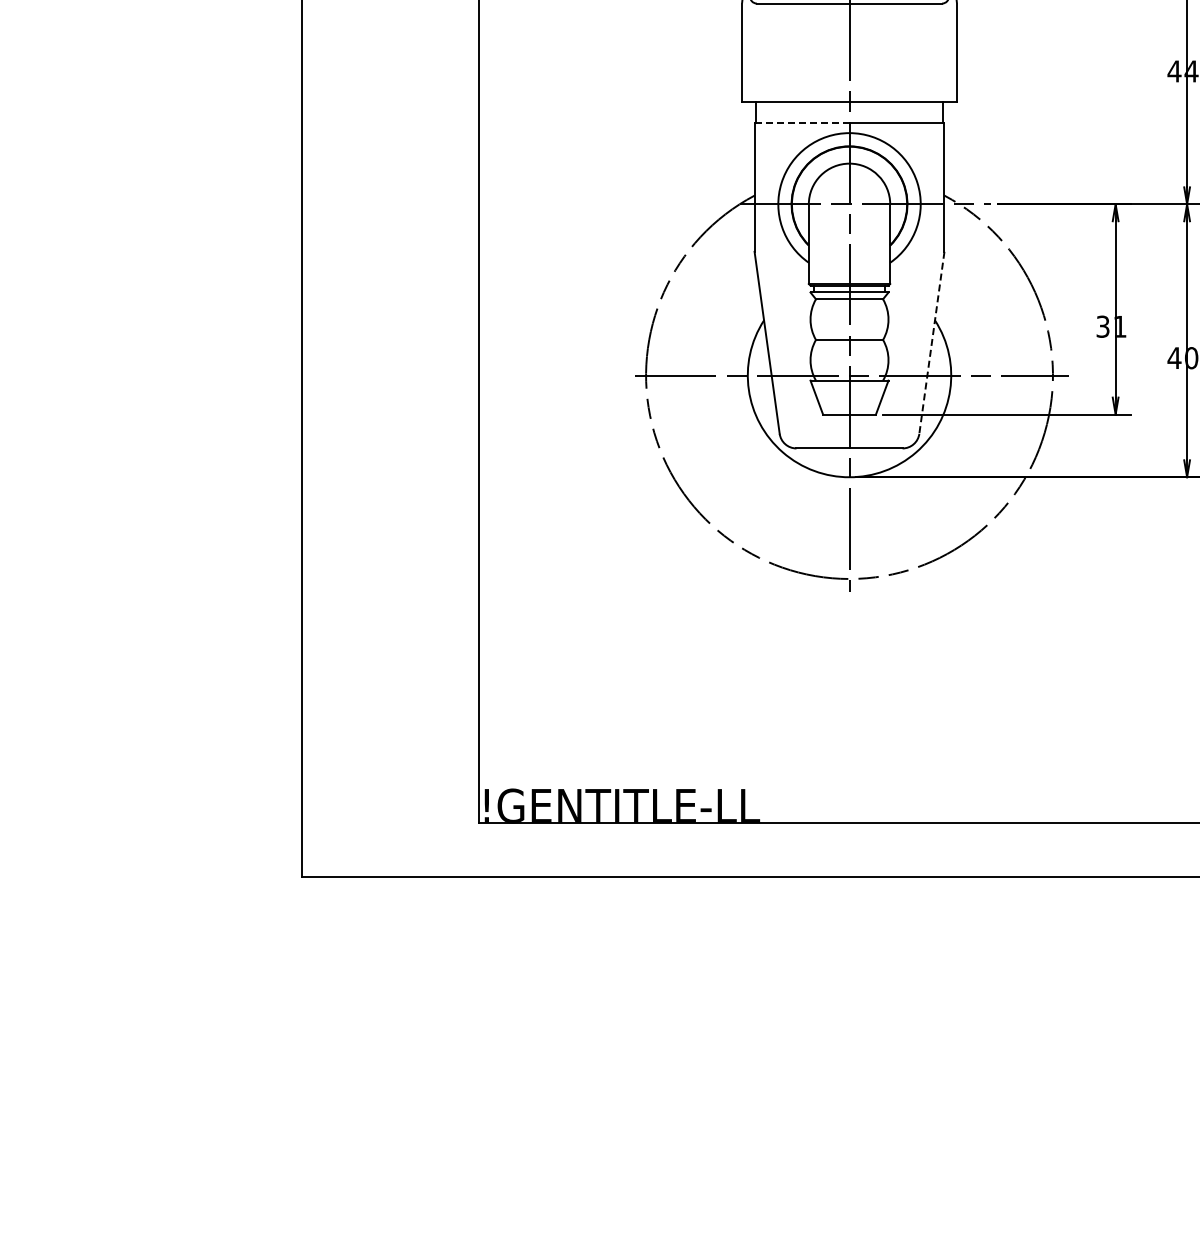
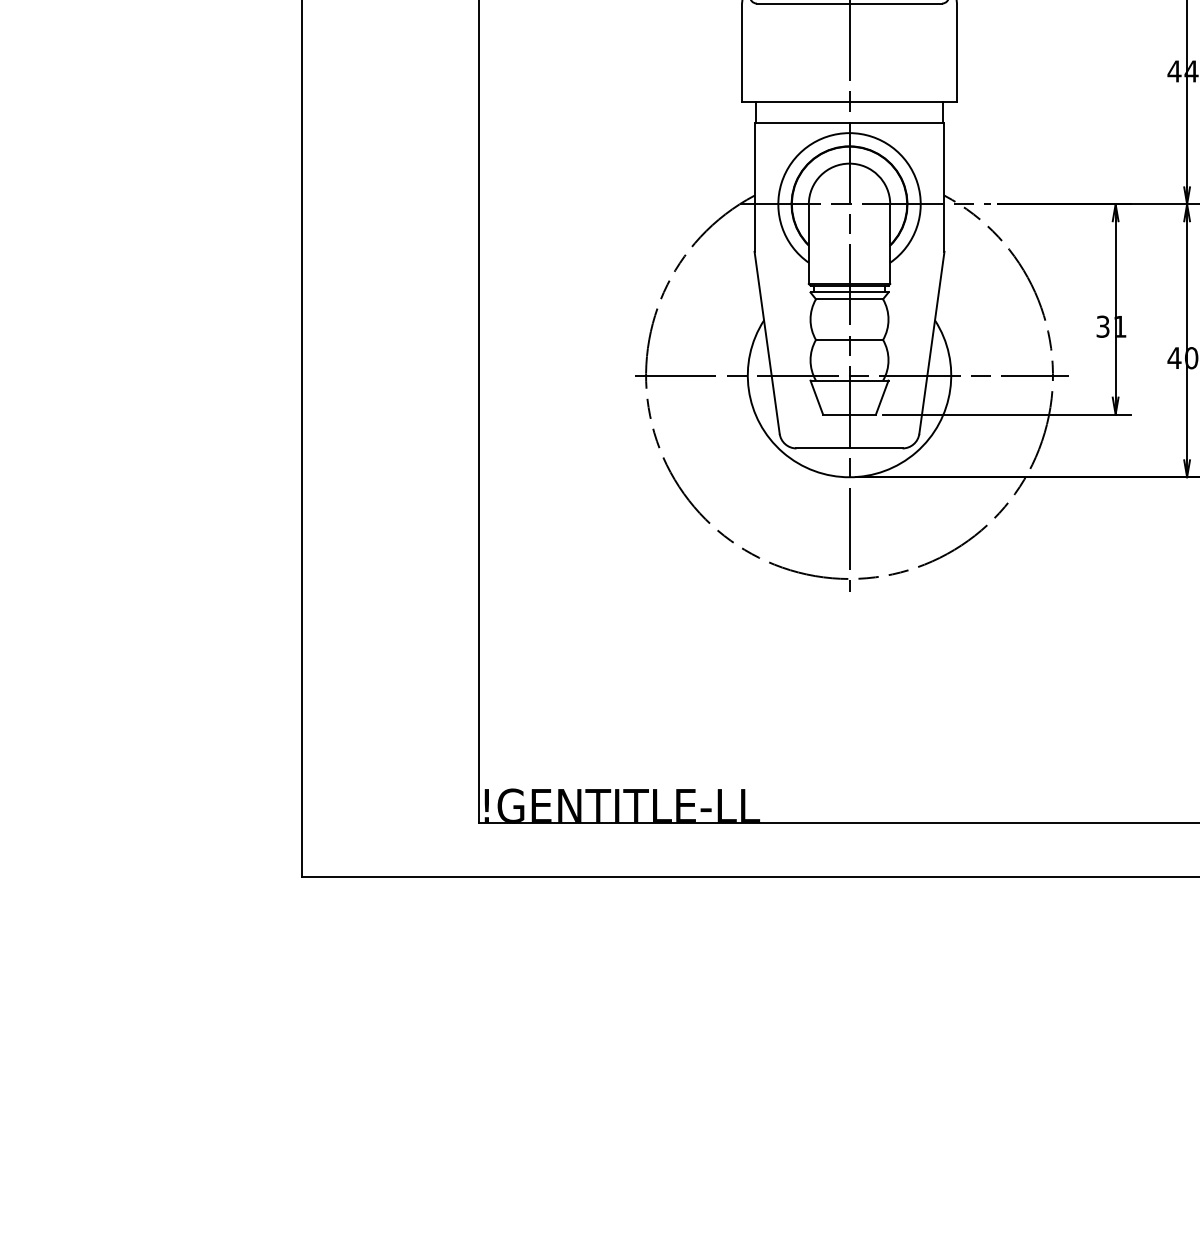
line at (802, 122): dashed -> solid
line at (931, 342): dashed -> solid
